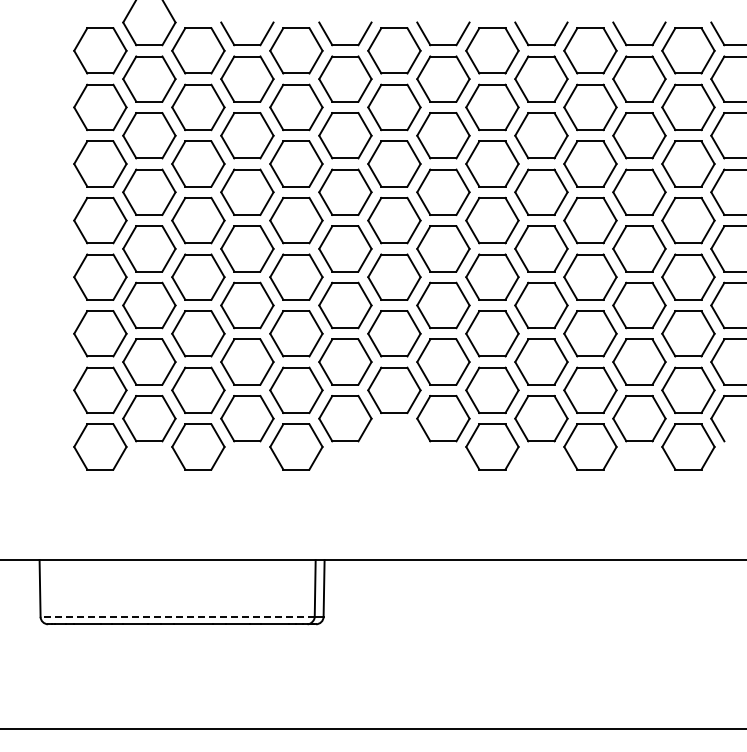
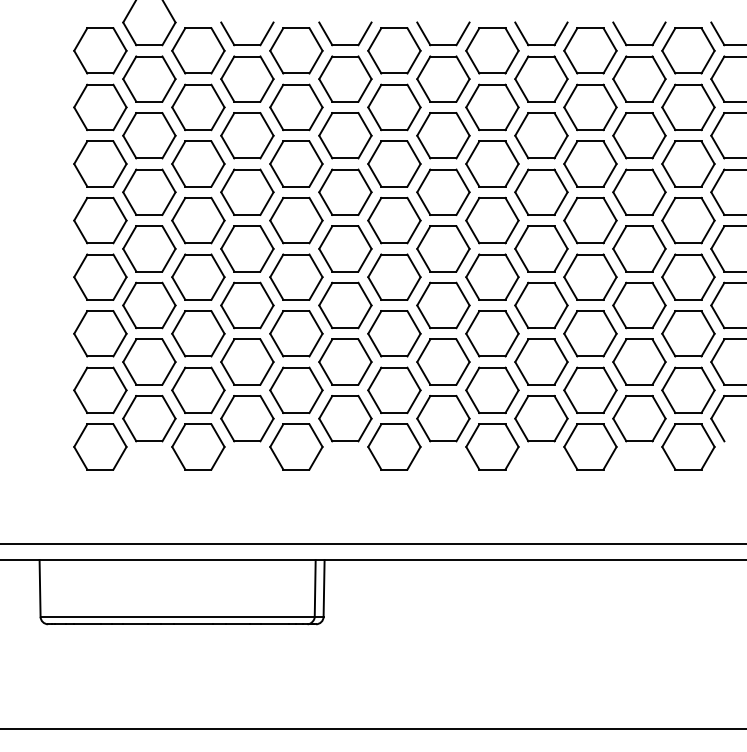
part at (394, 446): none -> present
line at (372, 544): none -> present
line at (177, 616): dashed -> solid
